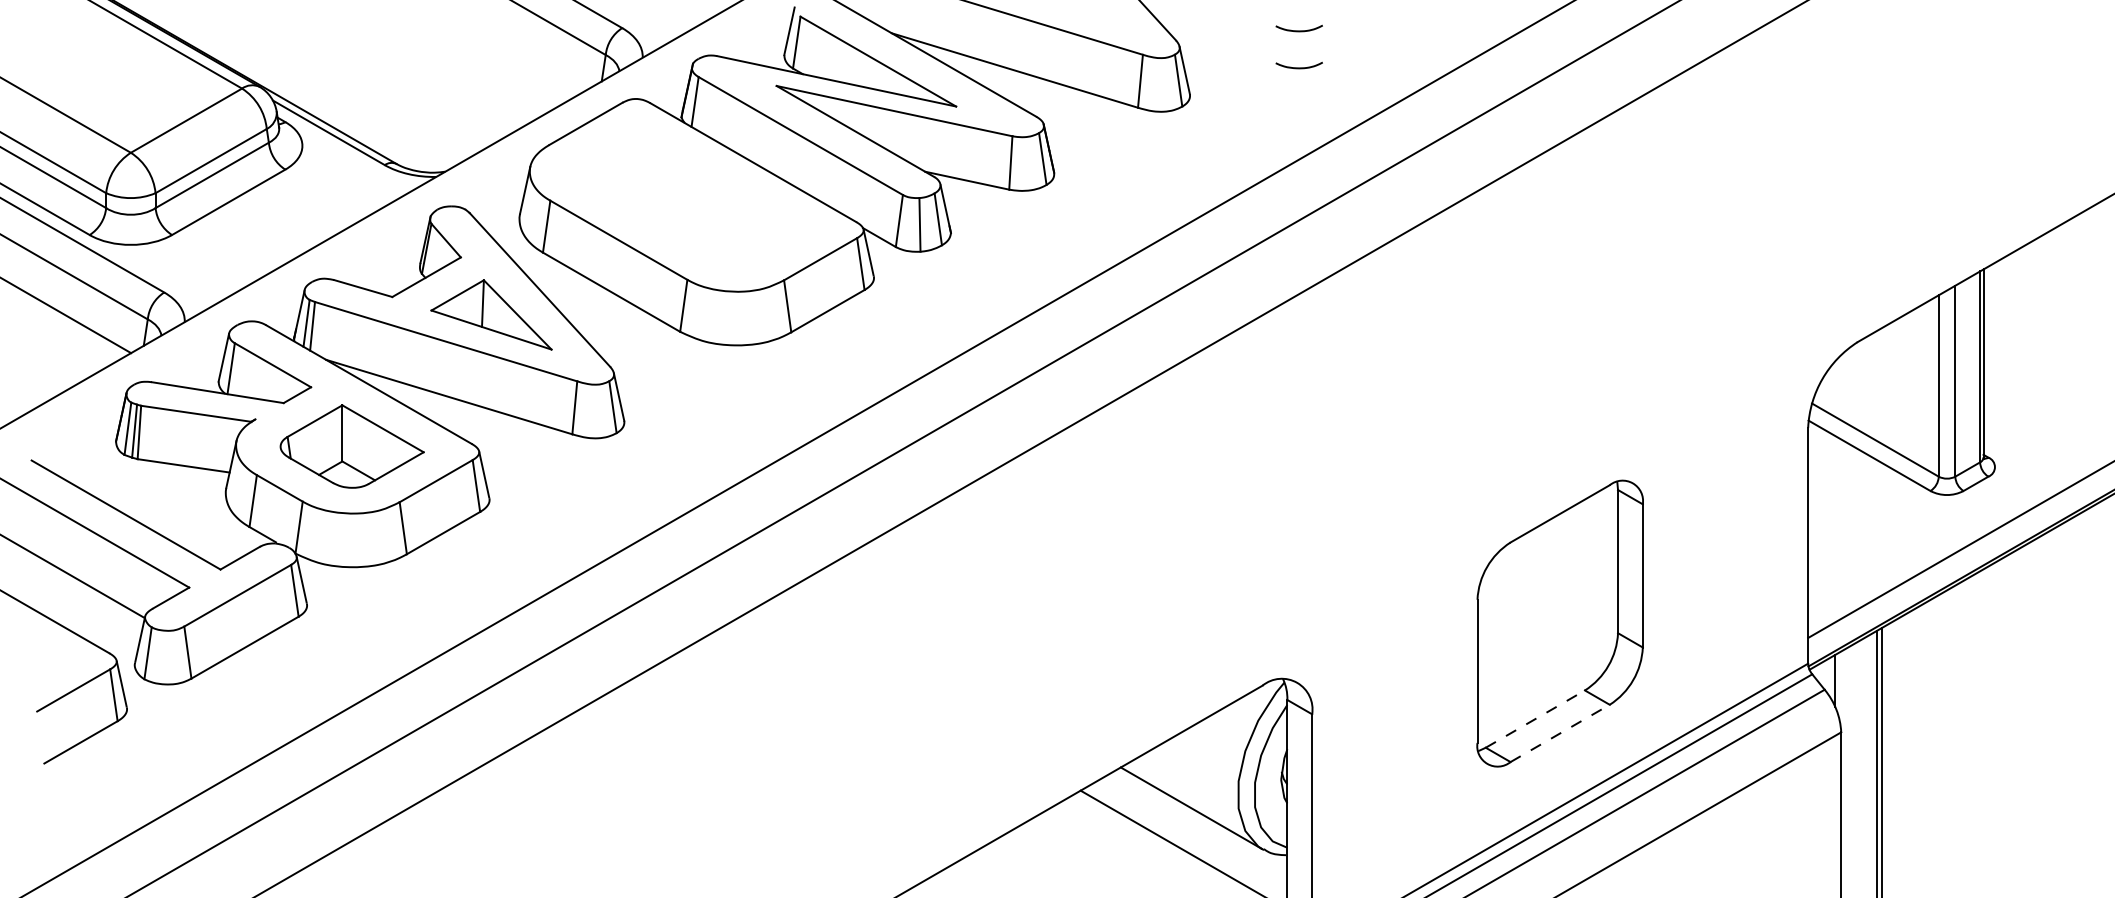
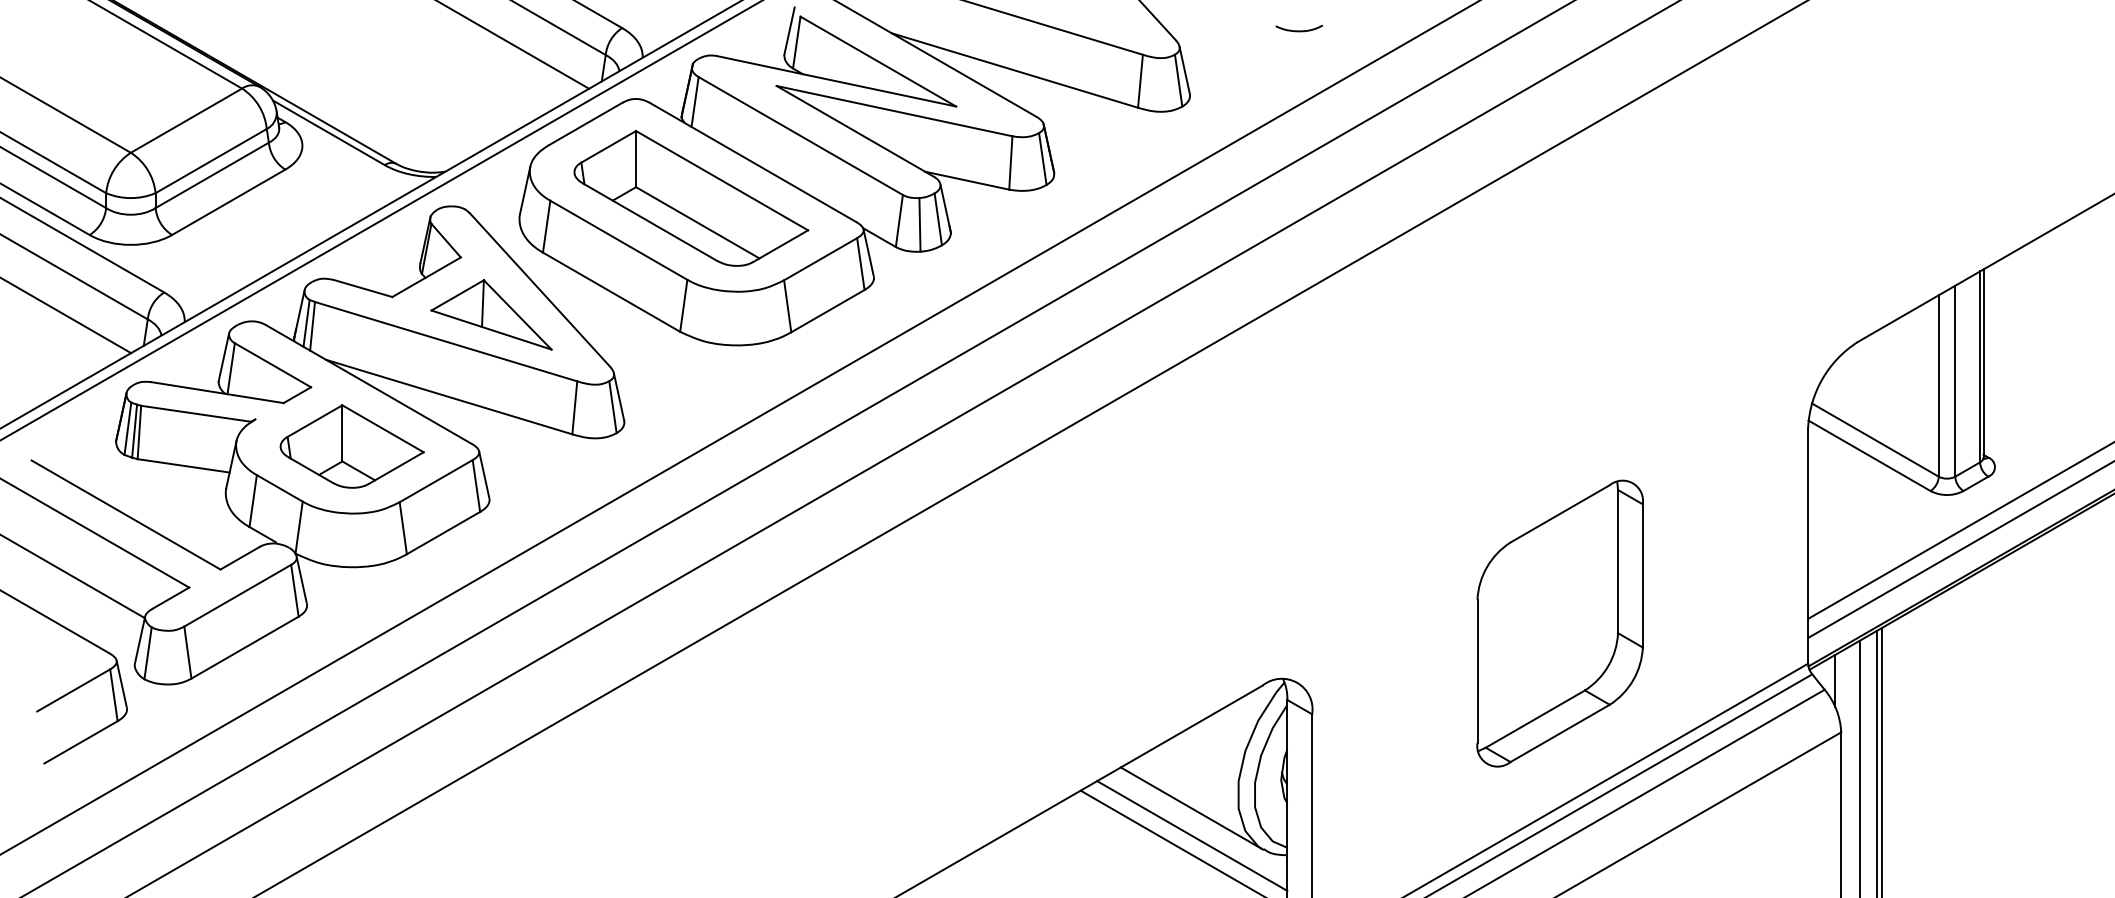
line at (514, 45): none -> present
curve at (1298, 67): present -> none
part at (691, 198): none -> present
line at (380, 220): none -> present
line at (739, 427): none -> present
line at (1959, 530): none -> present
line at (1535, 718): dashed -> solid
line at (1560, 733): dashed -> solid
line at (1860, 767): none -> present
line at (1192, 835): none -> present
